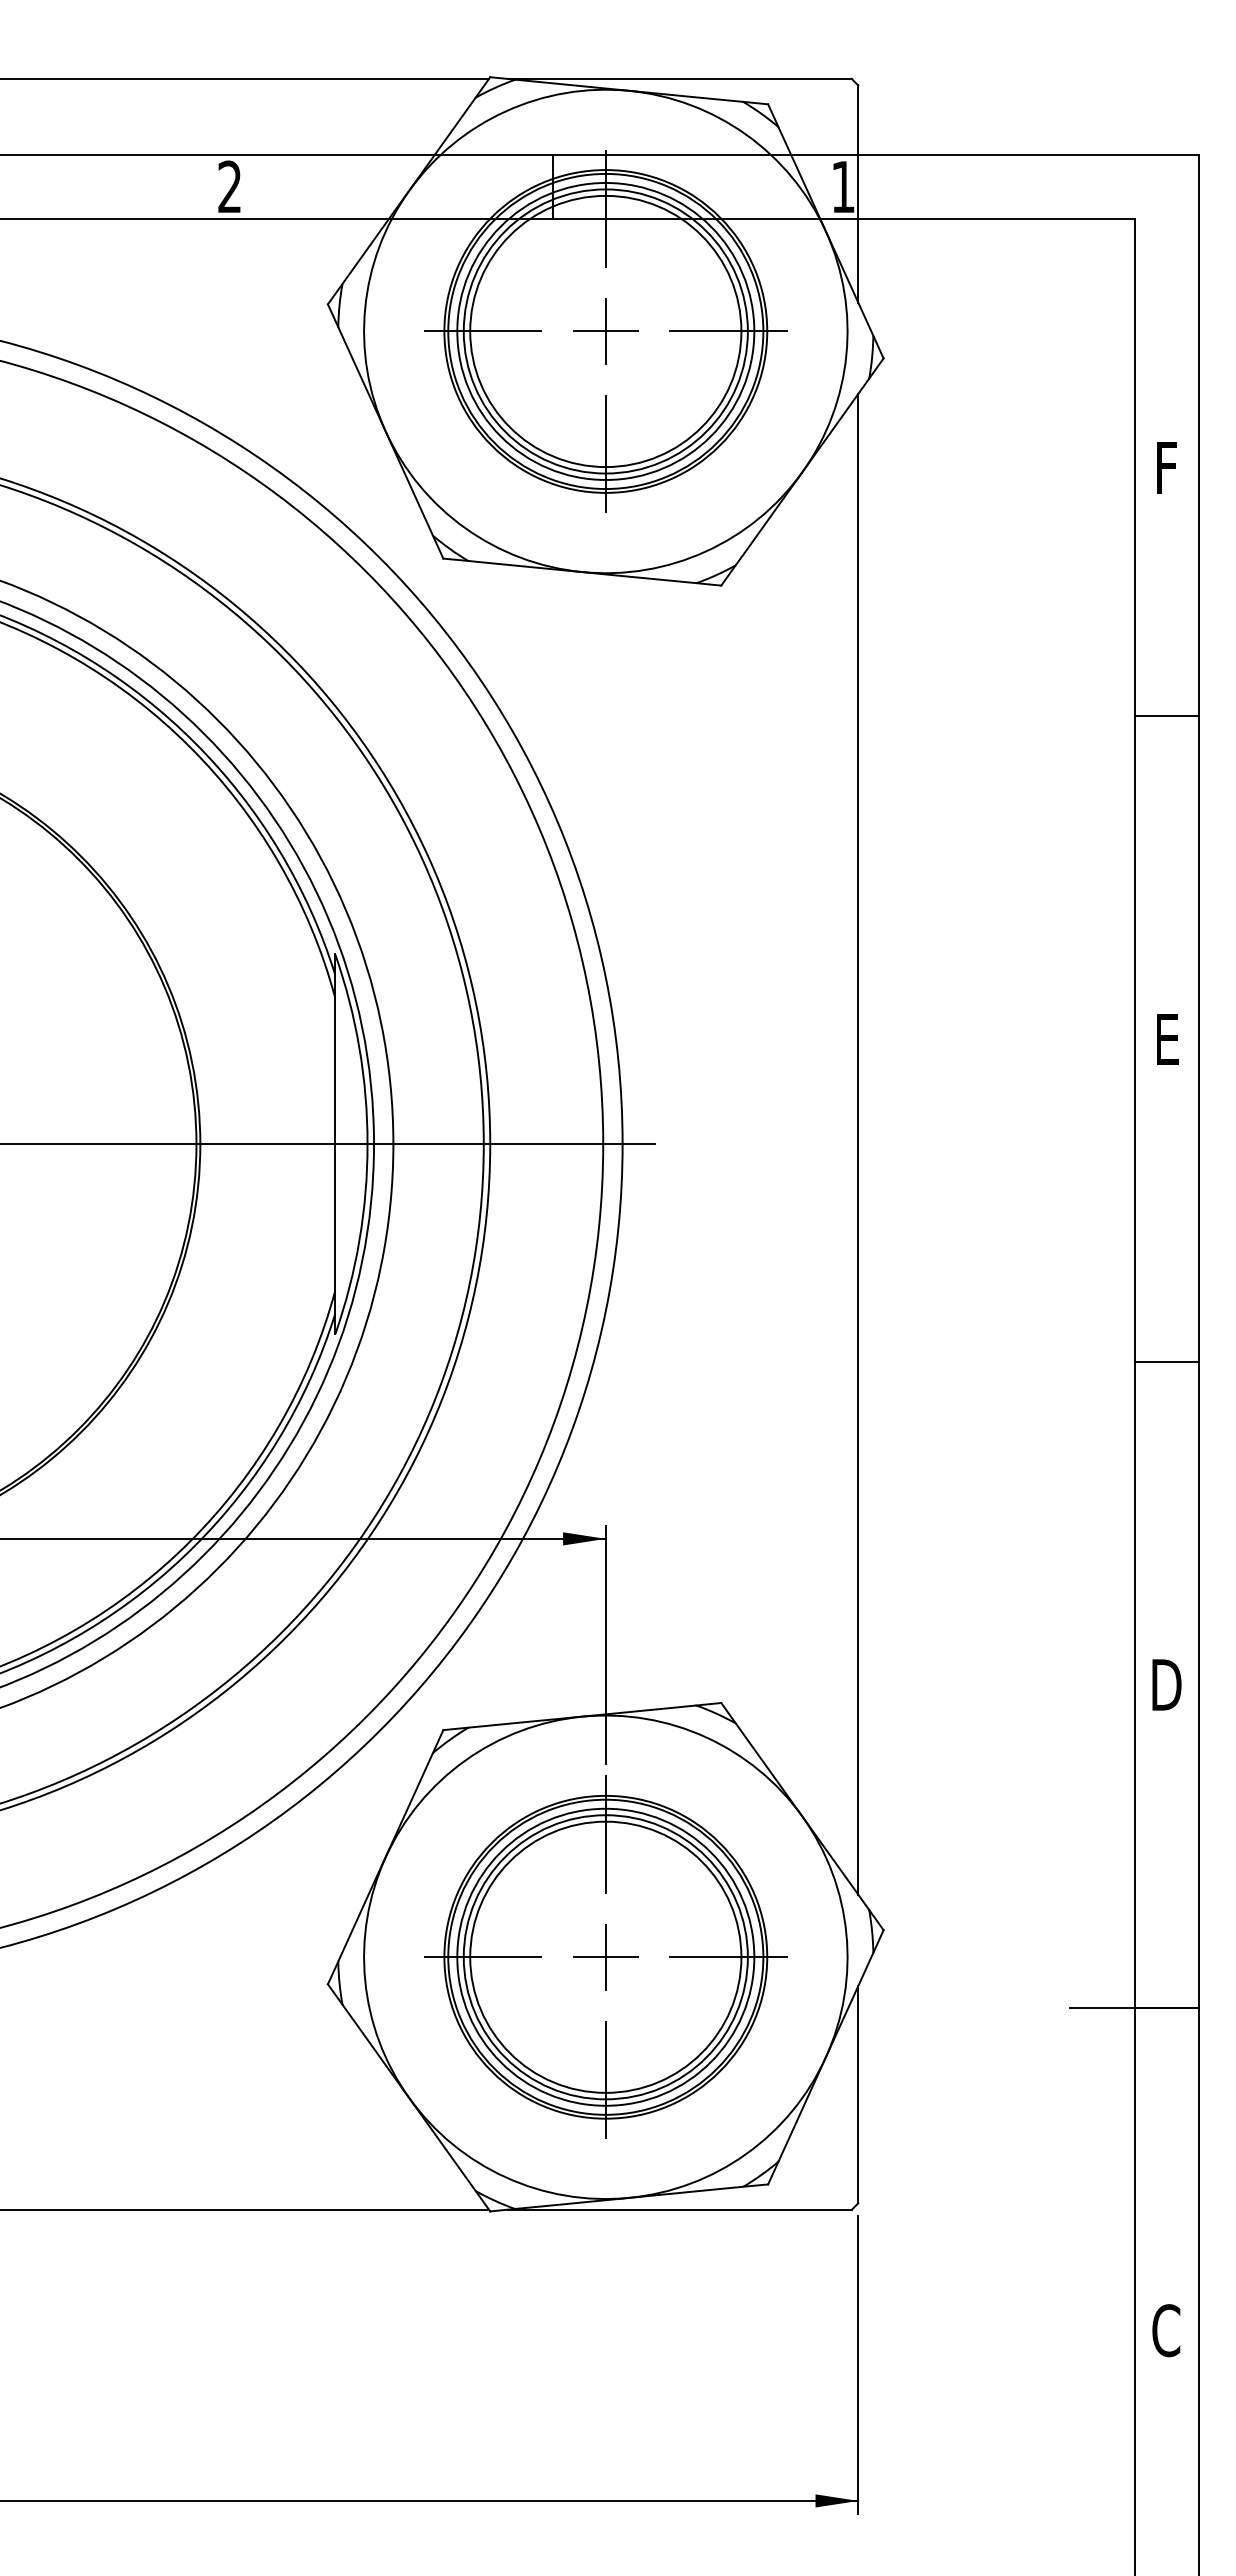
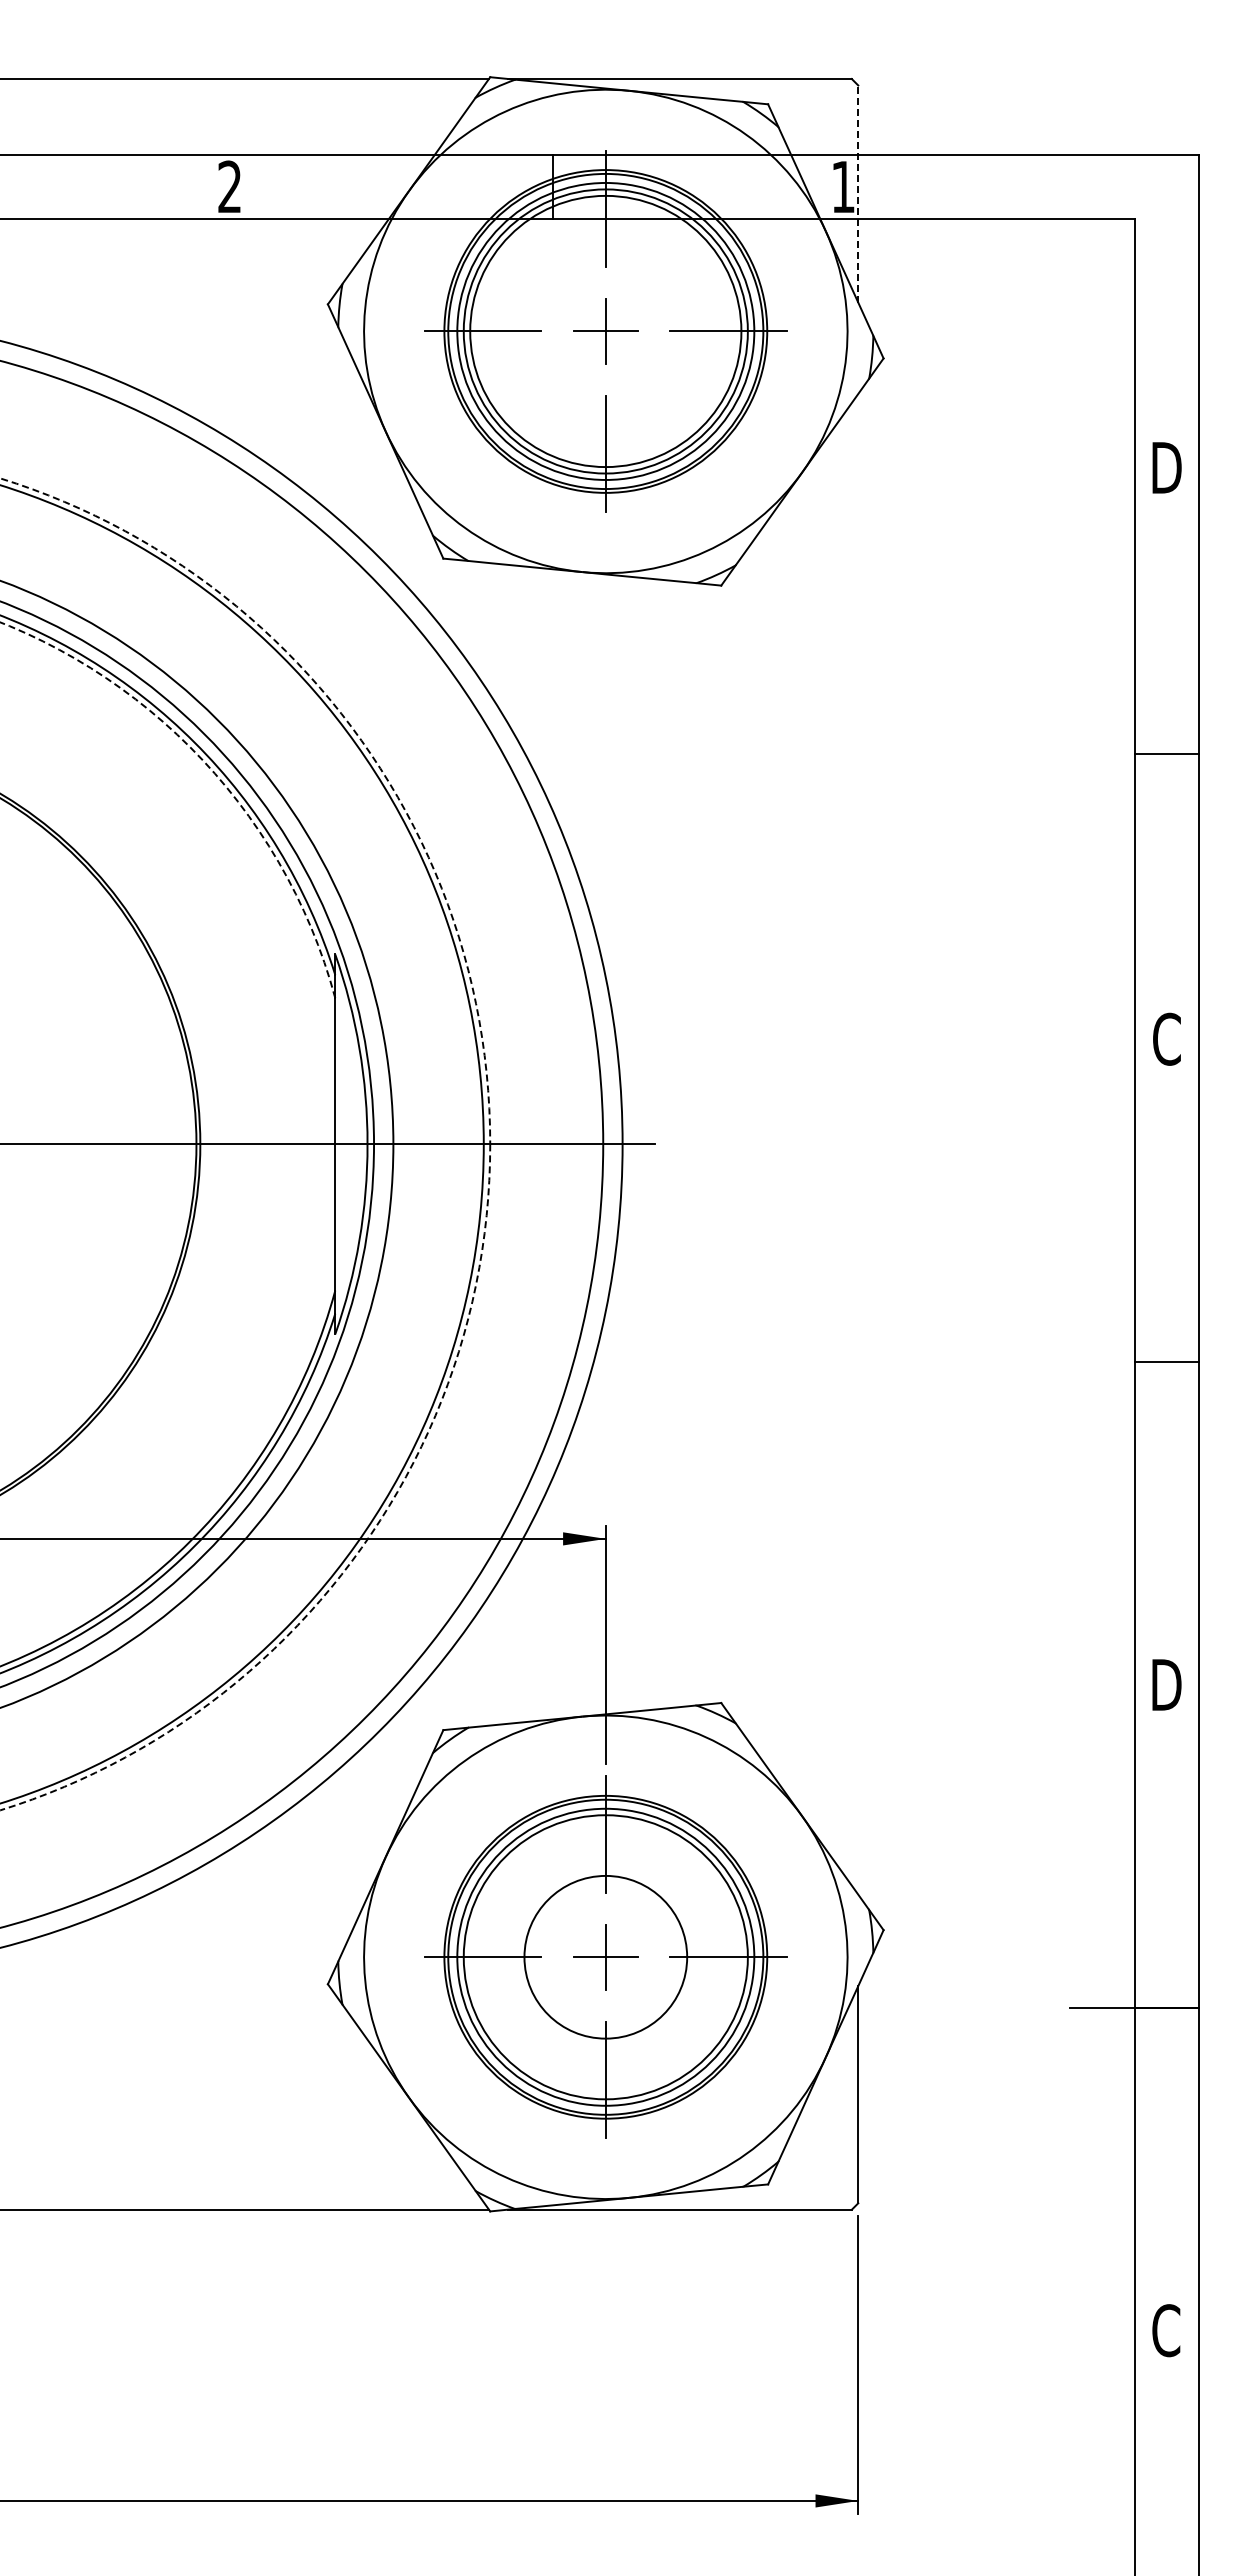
line at (858, 194): solid -> dashed
text at (1166, 467): F -> D
line at (1166, 716) position: (1166, 716) -> (1166, 754)
arc at (211, 770): solid -> dashed
text at (1166, 1038): E -> C
circle at (245, 1144): solid -> dashed
line at (858, 1144): present -> none
circle at (605, 1956) diameter: 271 px -> 163 px
